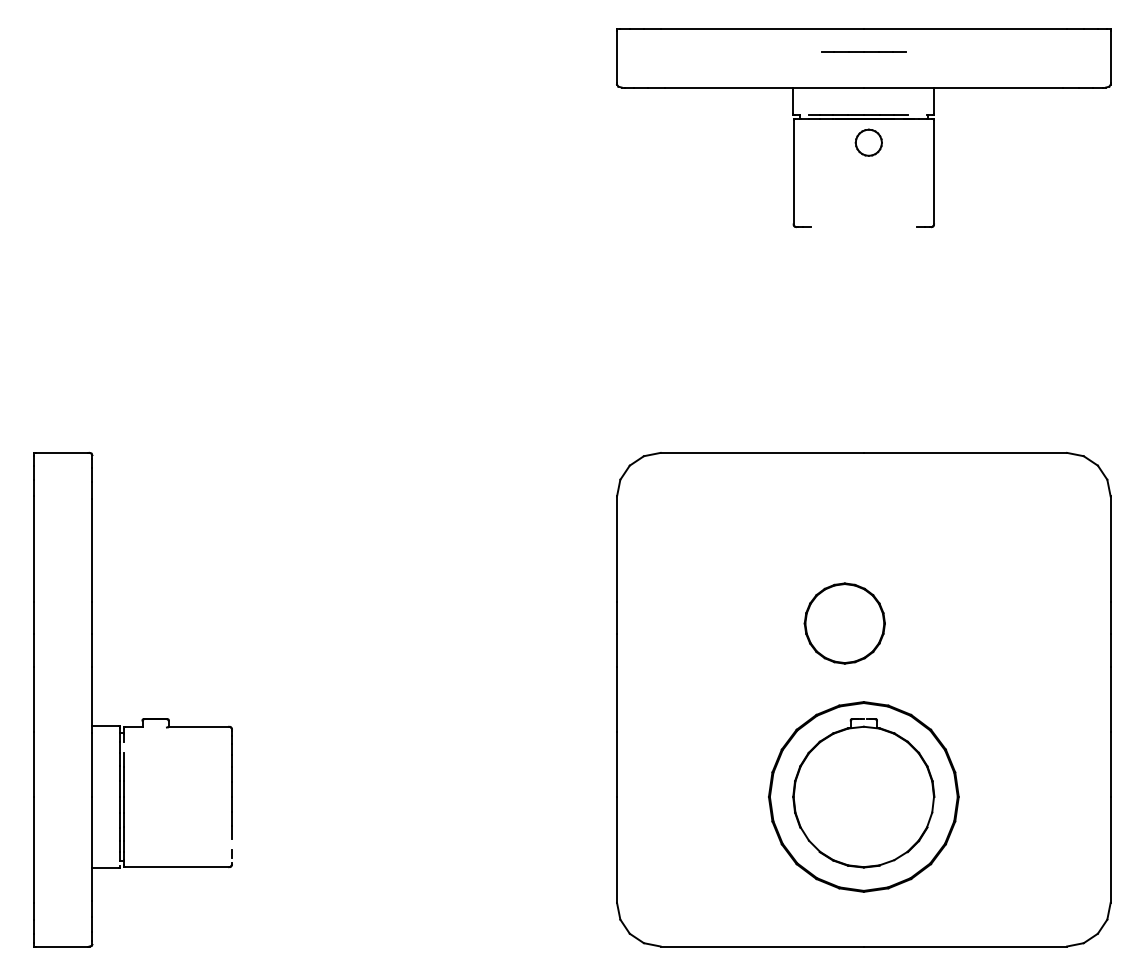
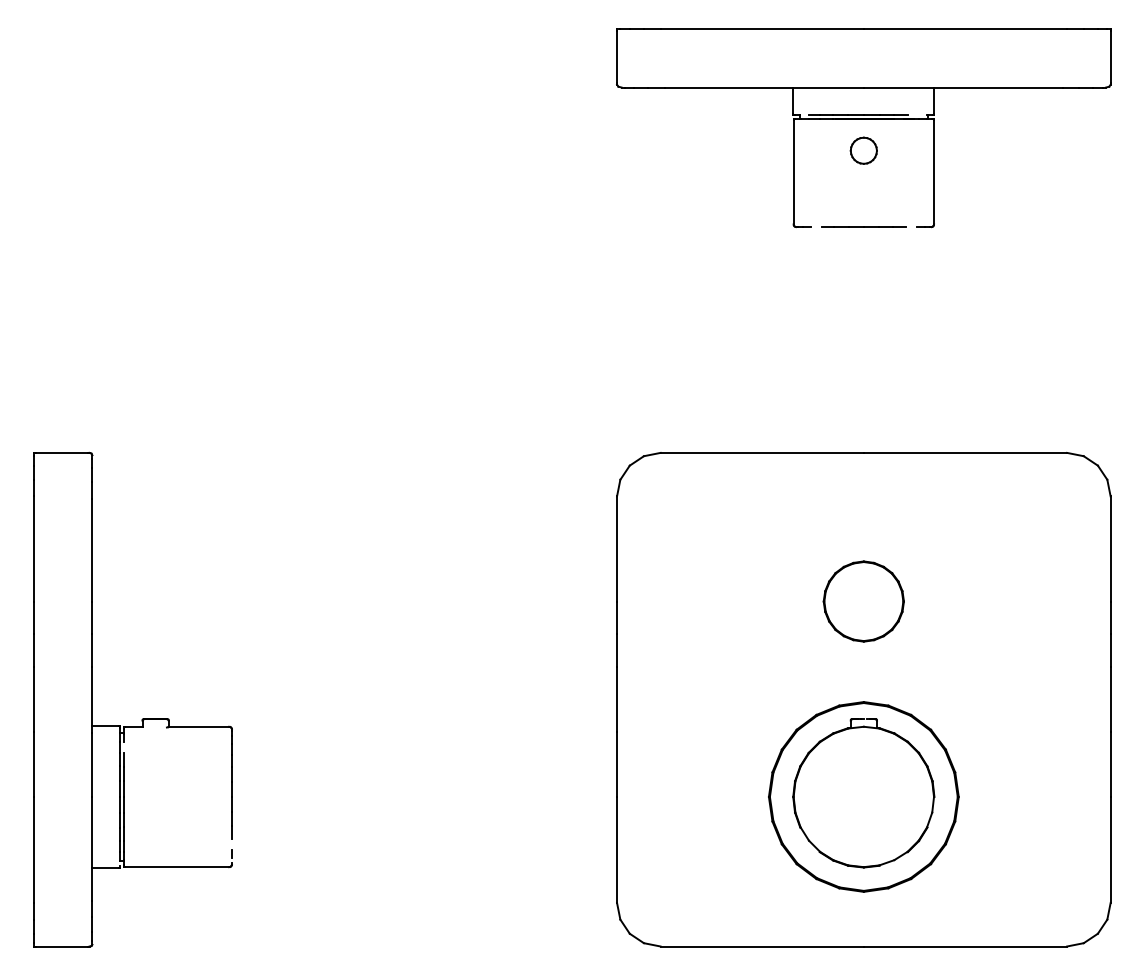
line at (863, 51) position: (863, 51) -> (863, 226)
part at (868, 142) position: (868, 142) -> (863, 150)
part at (844, 623) position: (844, 623) -> (863, 601)
